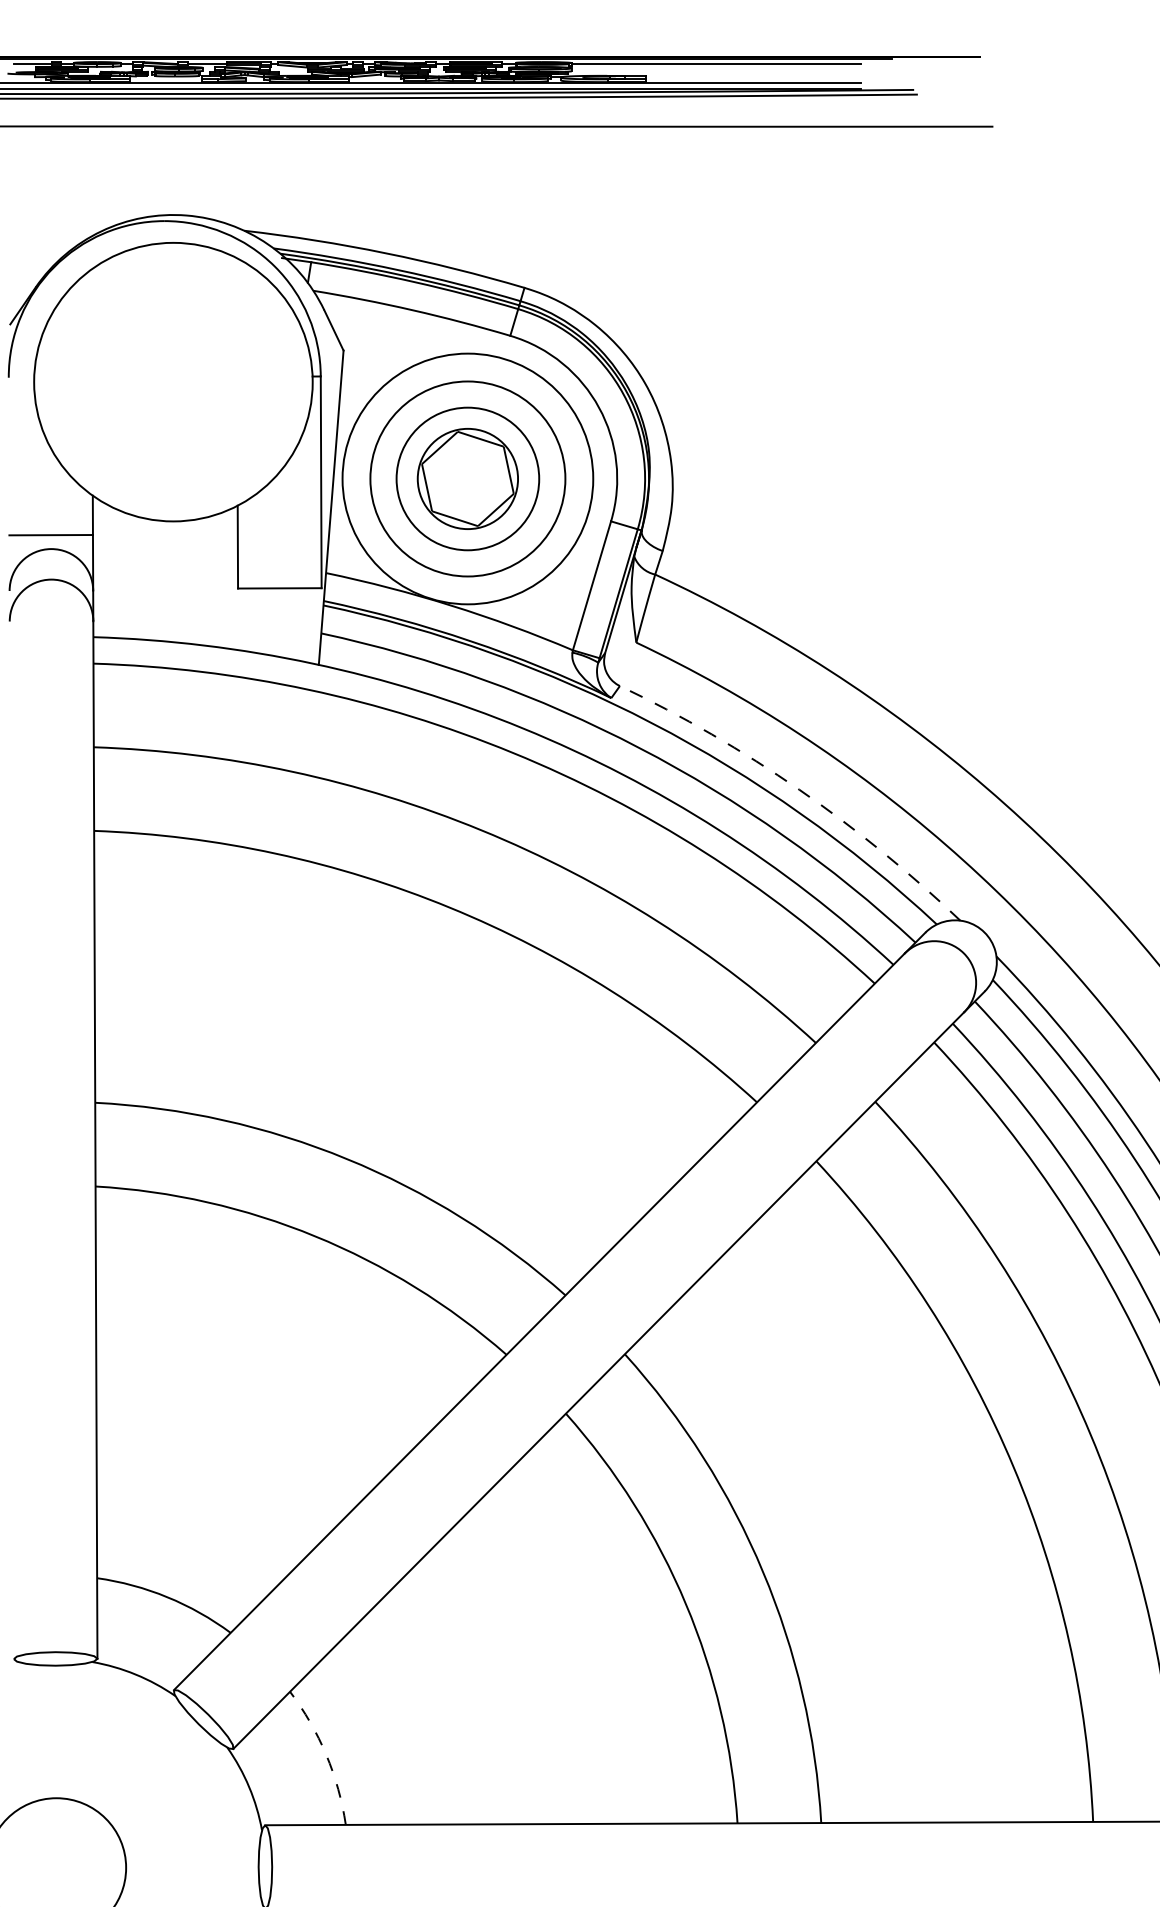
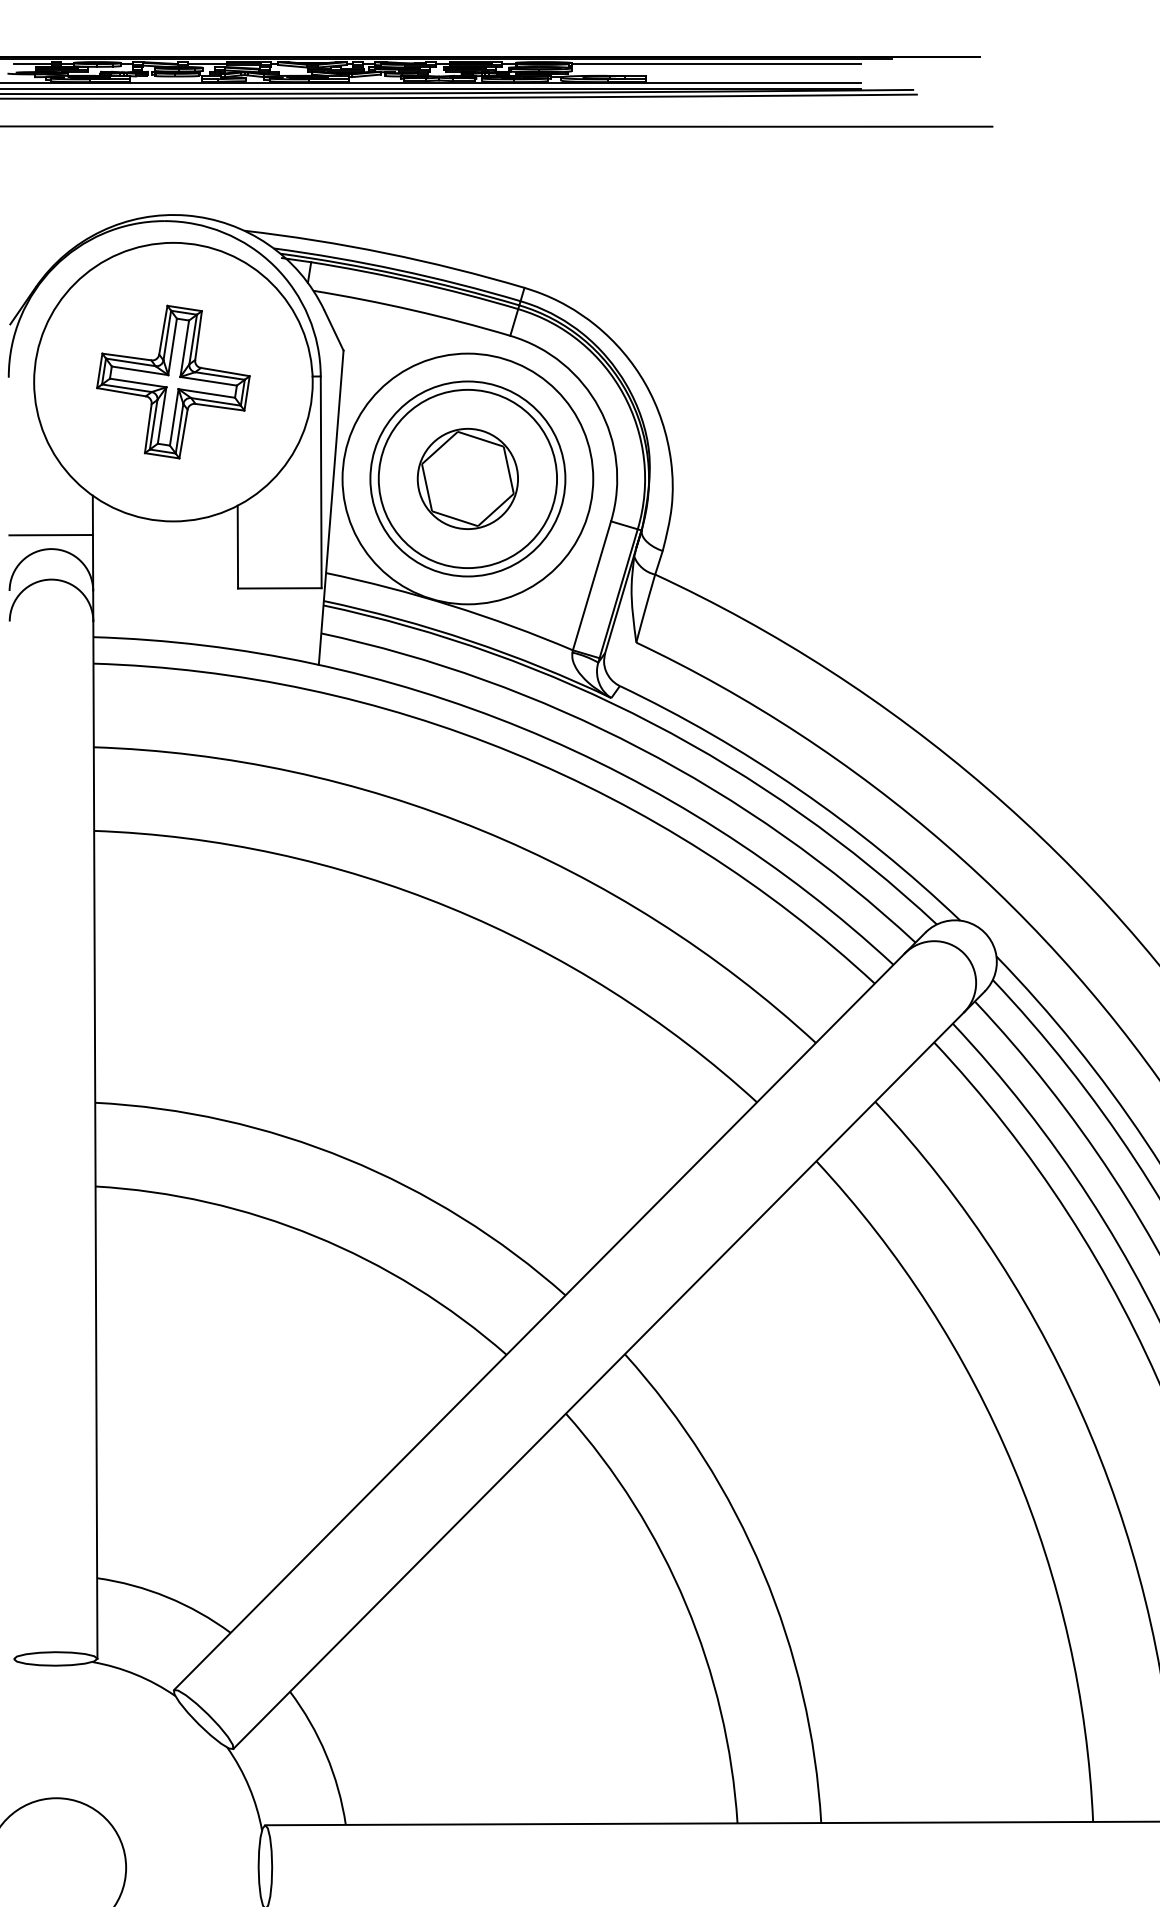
part at (173, 381): none -> present
circle at (467, 478) diameter: 143 px -> 178 px
arc at (799, 789): dashed -> solid
arc at (326, 1754): dashed -> solid
